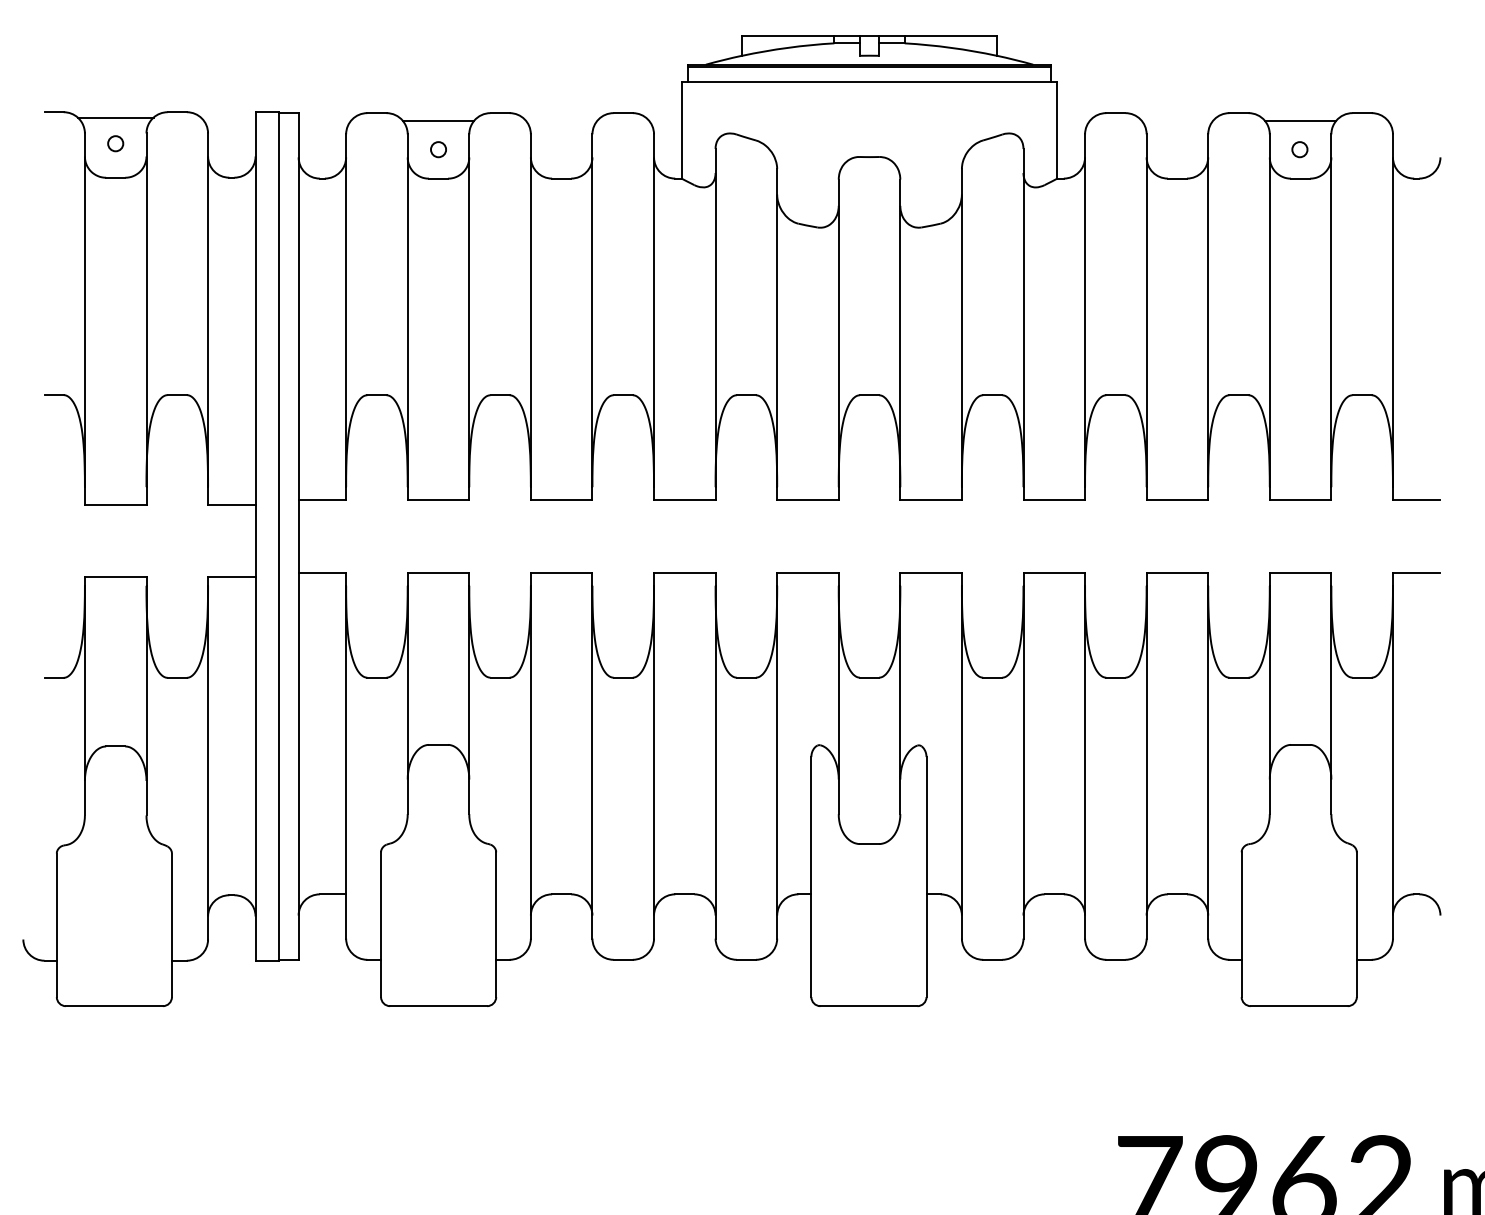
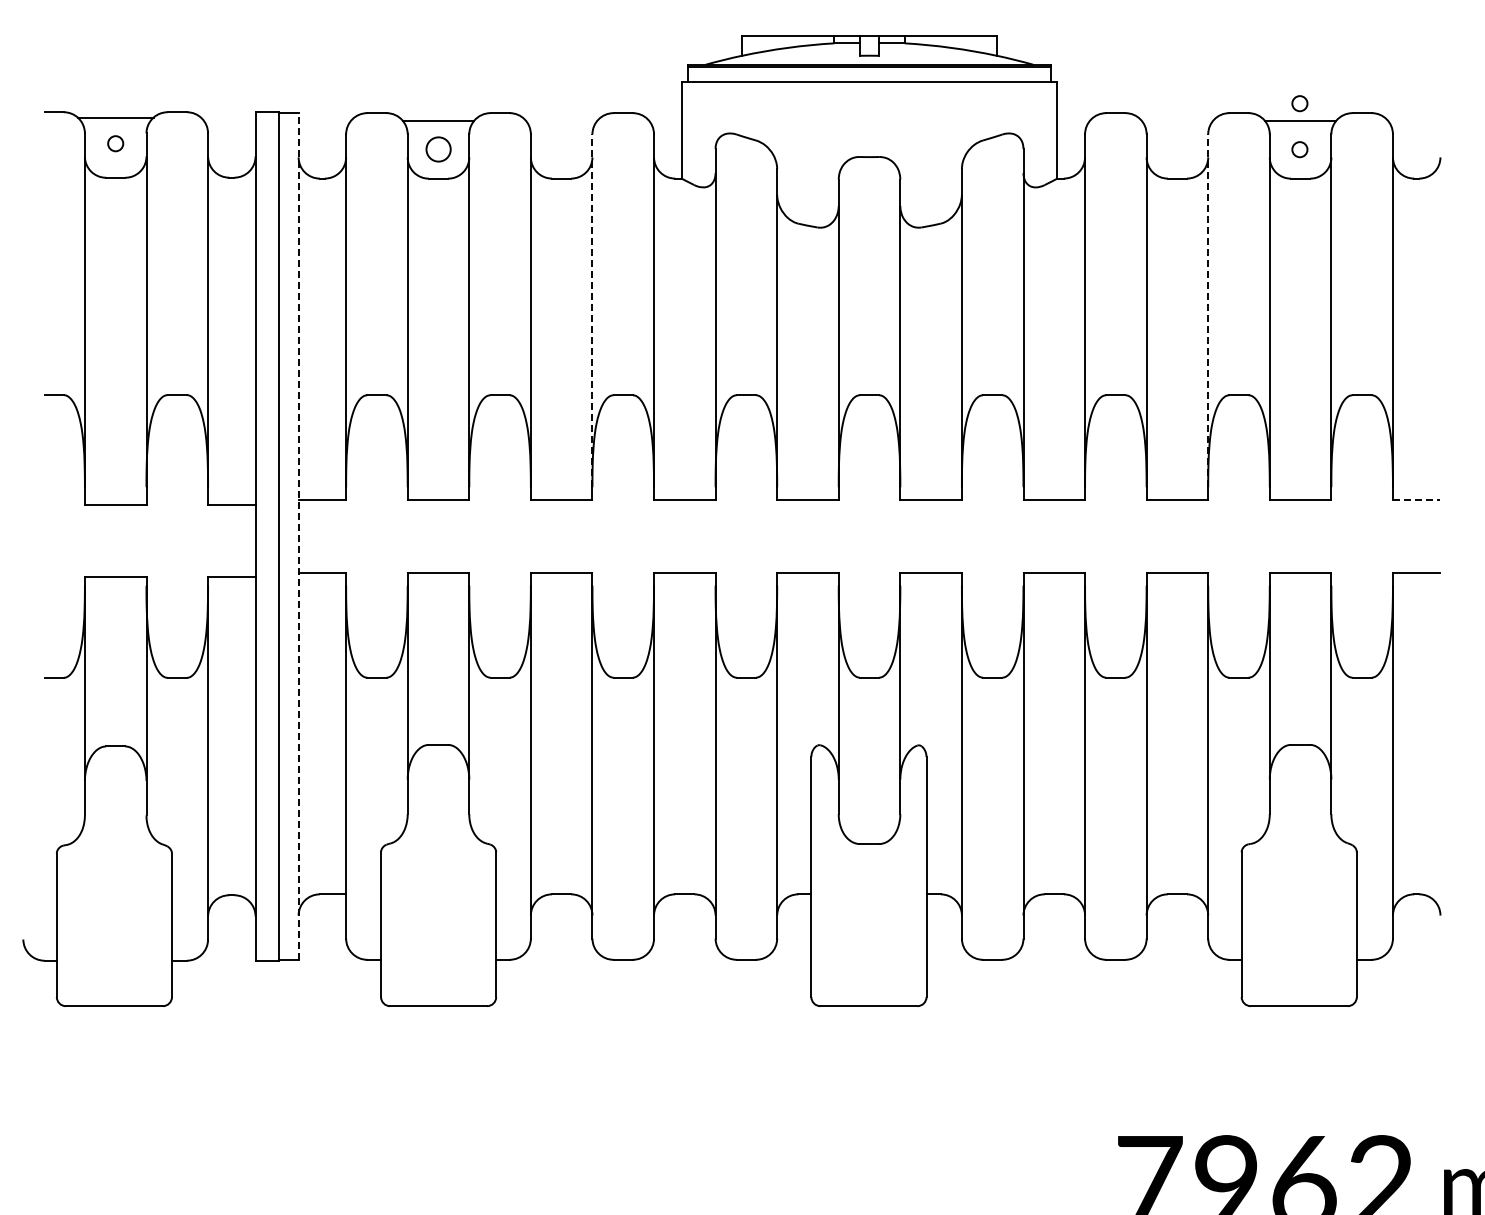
circle at (1299, 103): none -> present
circle at (438, 149) size: 17x18 px -> 27x27 px
line at (592, 310): solid -> dashed
line at (1208, 310): solid -> dashed
line at (1416, 500): solid -> dashed
line at (298, 535): solid -> dashed
